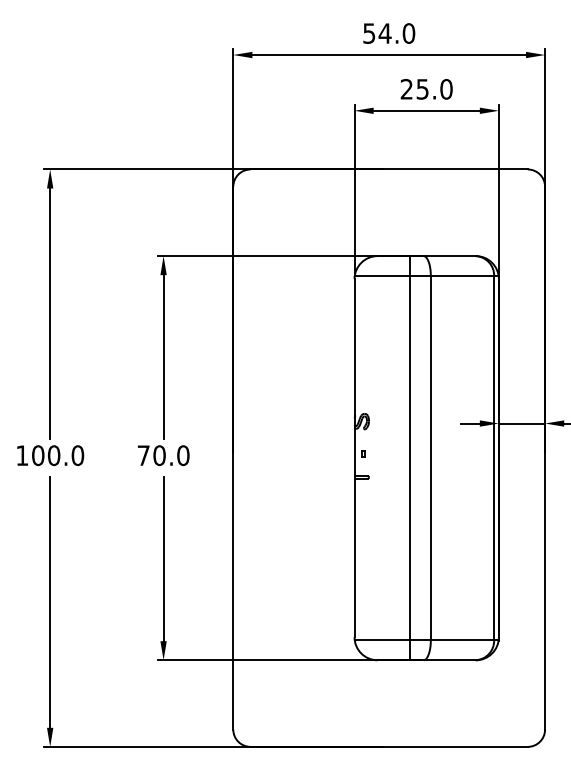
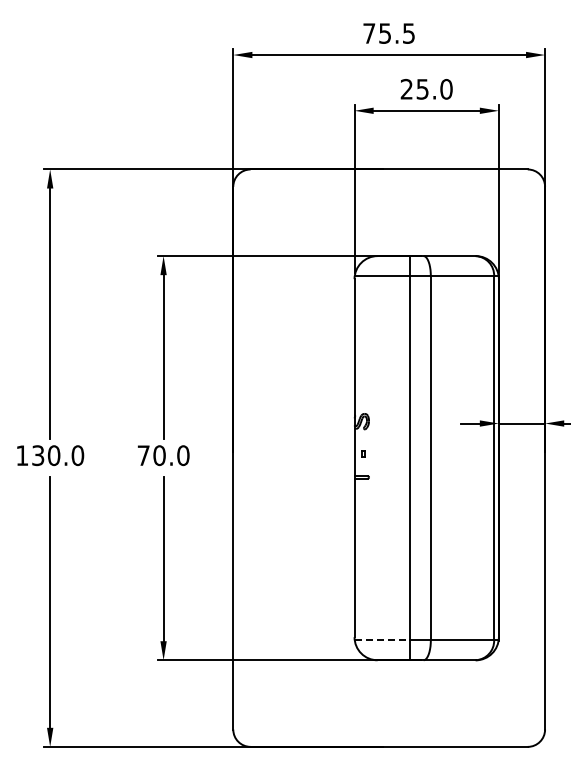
text at (389, 33): 54.0 -> 75.5
text at (38, 455): 100.0 -> 130.0
line at (382, 640): solid -> dashed
